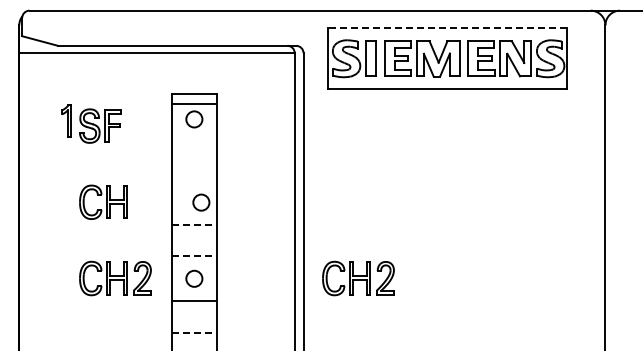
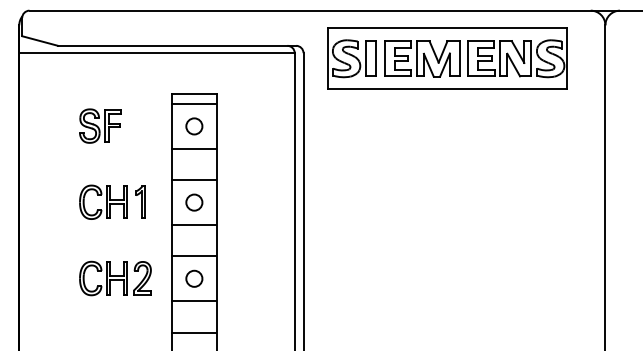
line at (447, 27): dashed -> solid
circle at (194, 119) position: (194, 119) -> (194, 126)
part at (66, 120) position: (66, 120) -> (140, 201)
line at (194, 148): none -> present
line at (194, 180): none -> present
circle at (201, 202) position: (201, 202) -> (194, 202)
line at (194, 225): dashed -> solid
line at (194, 256): dashed -> solid
part at (358, 278): present -> none
line at (194, 332): dashed -> solid
